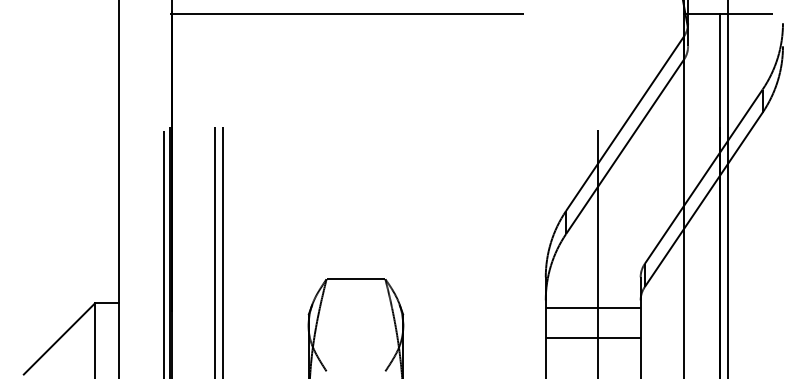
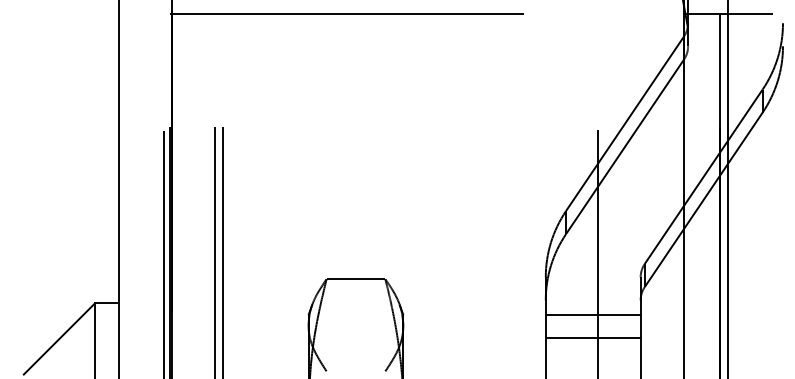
line at (592, 307) position: (592, 307) -> (592, 314)
